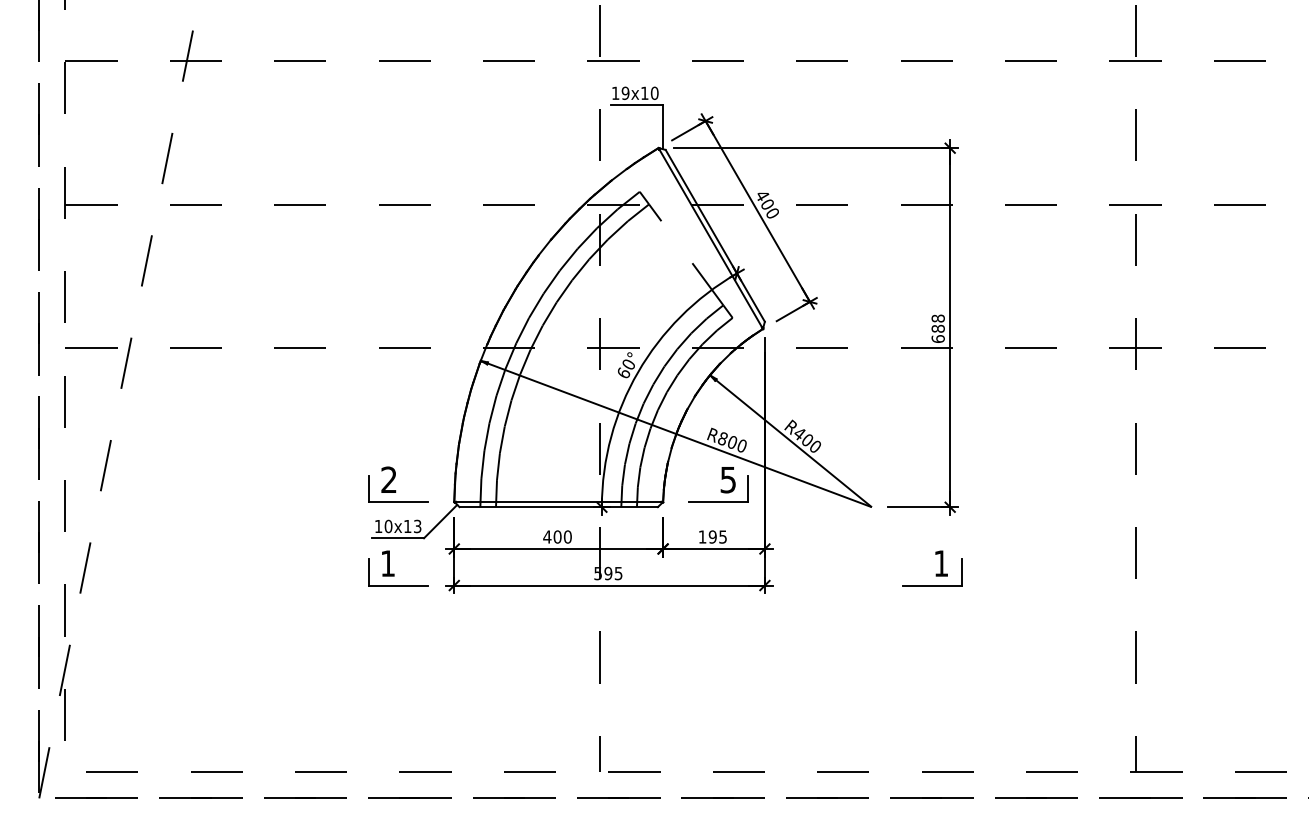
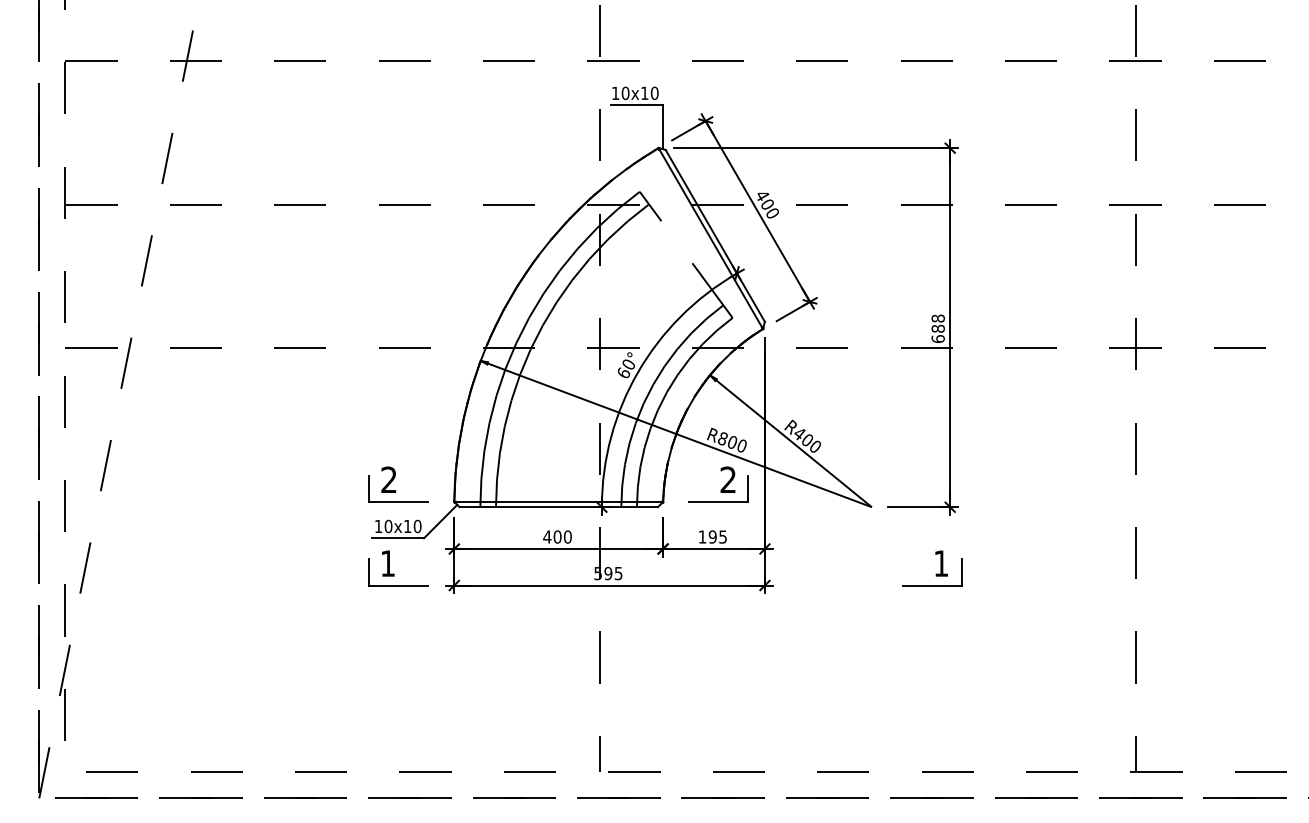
text at (625, 93): 19x10 -> 10x10
text at (727, 479): 5 -> 2
text at (417, 526): 10x13 -> 10x10
